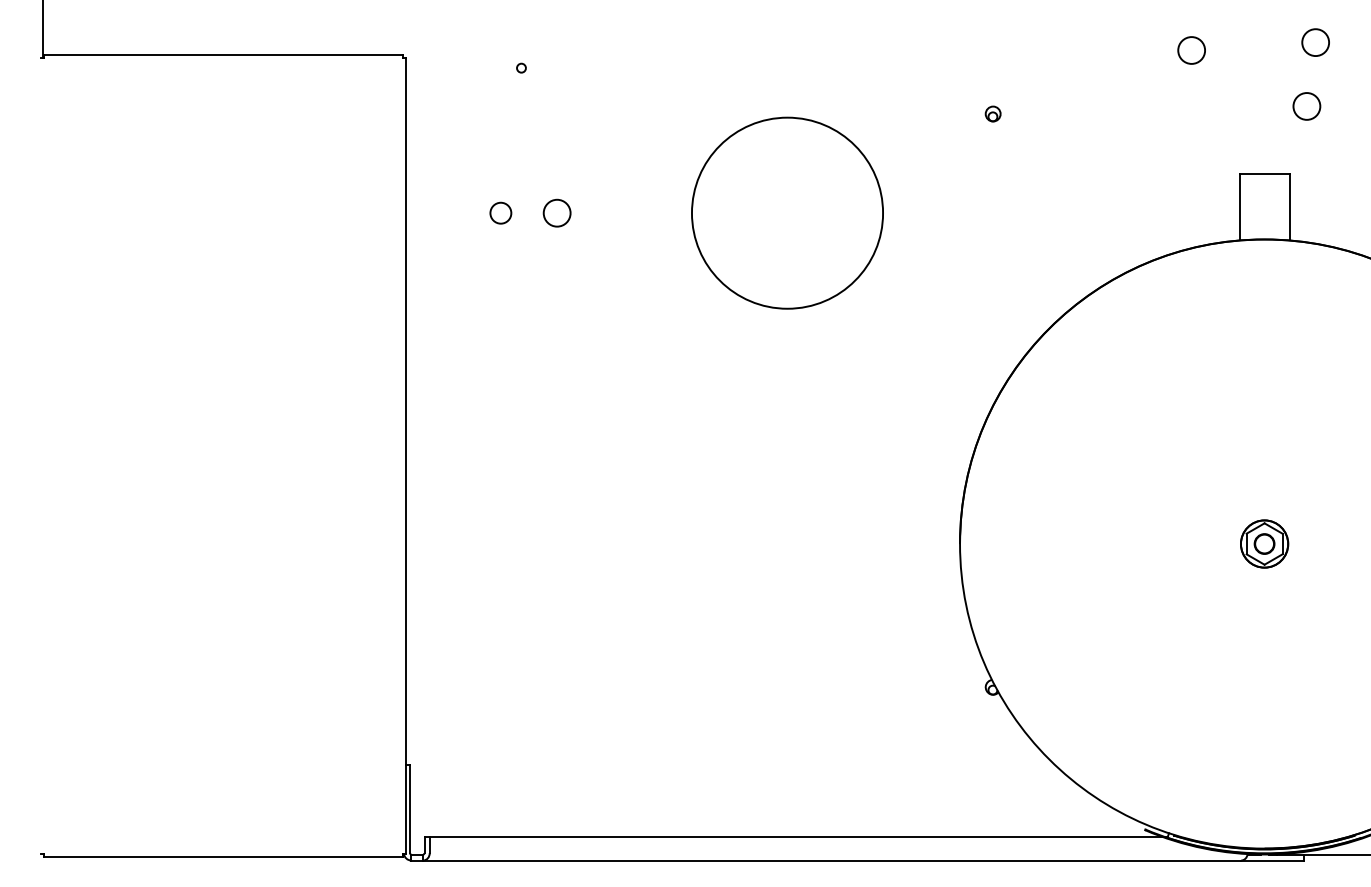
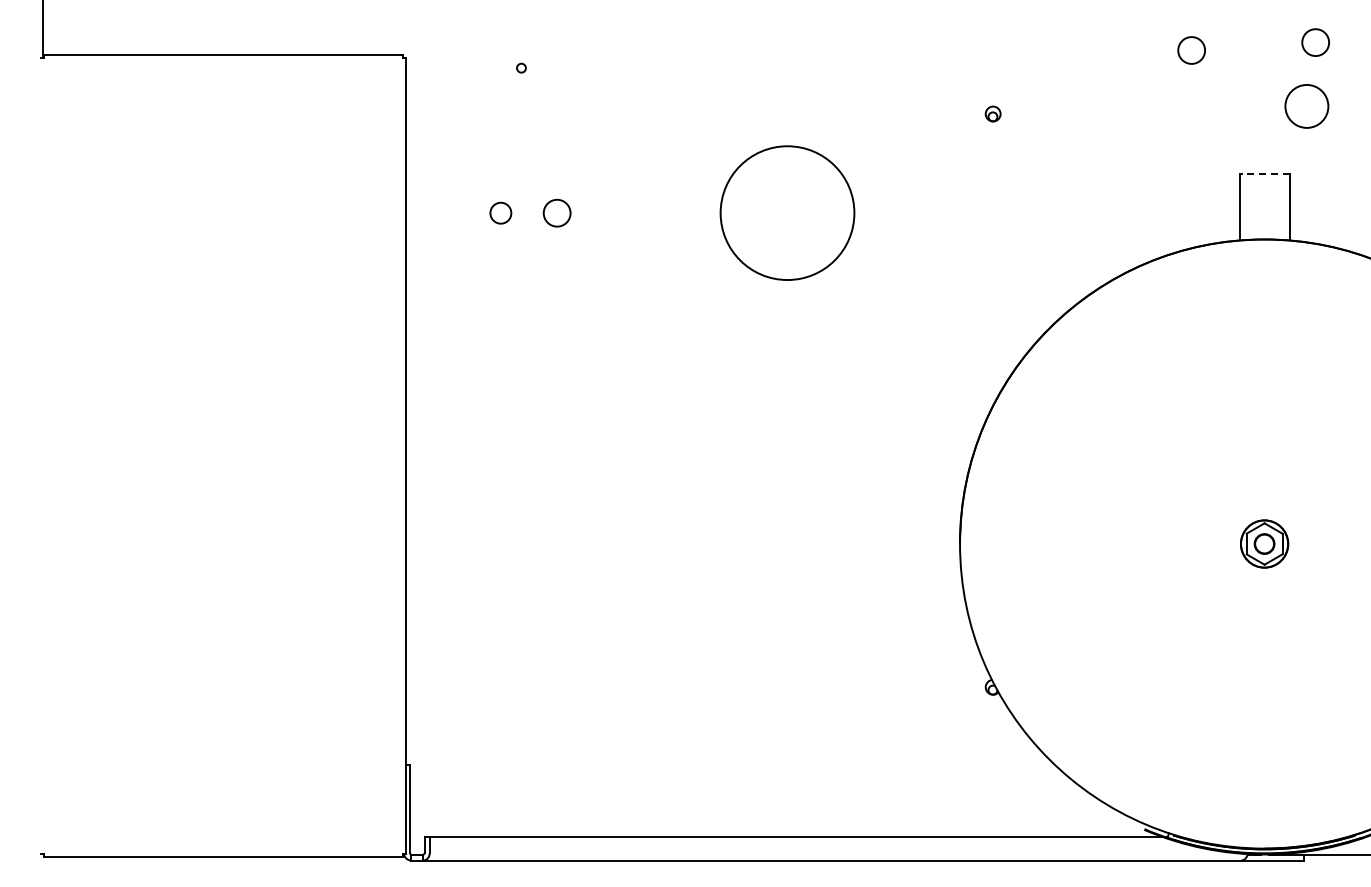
circle at (1306, 106) diameter: 27 px -> 43 px
line at (1264, 173): solid -> dashed
circle at (787, 212) size: 193x194 px -> 137x136 px
